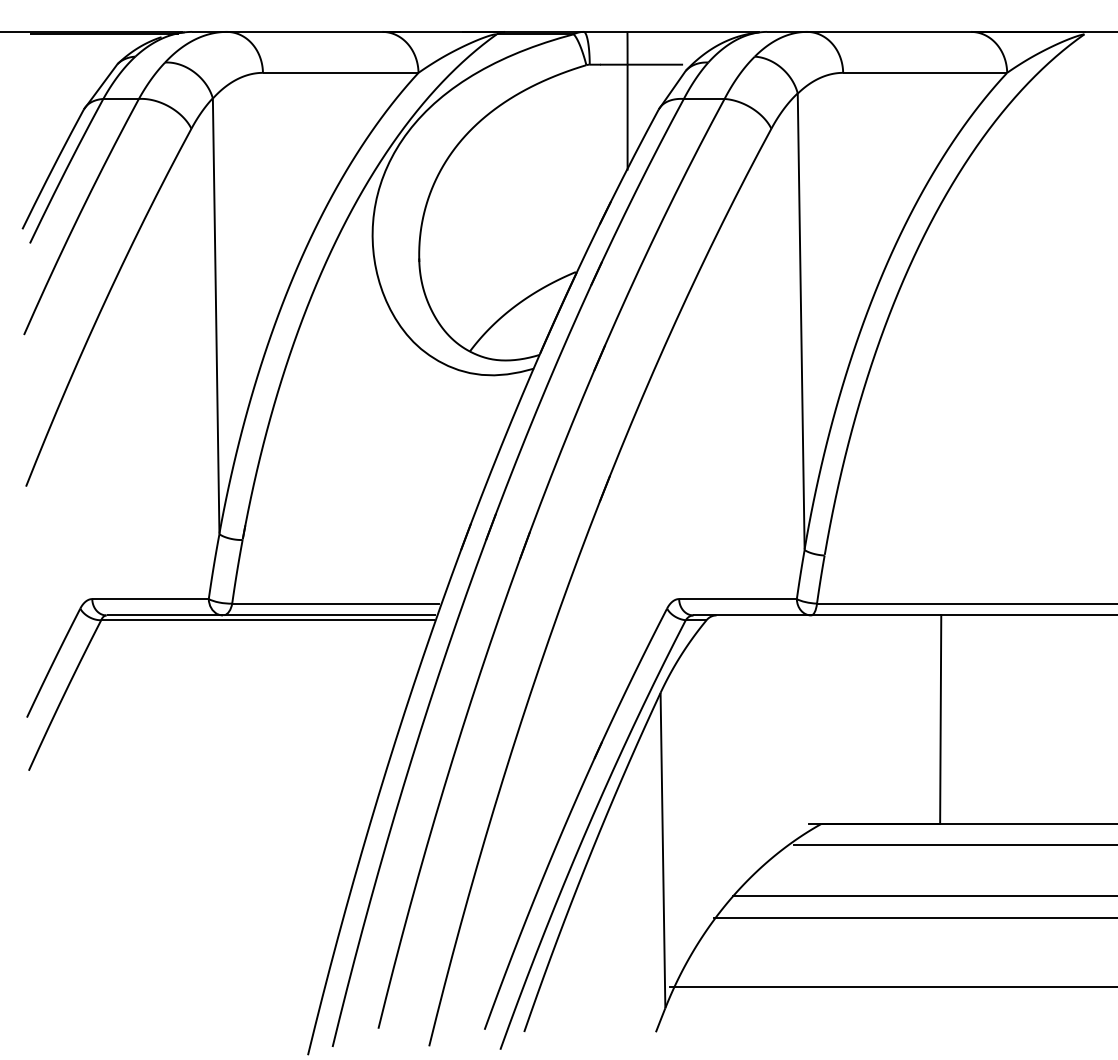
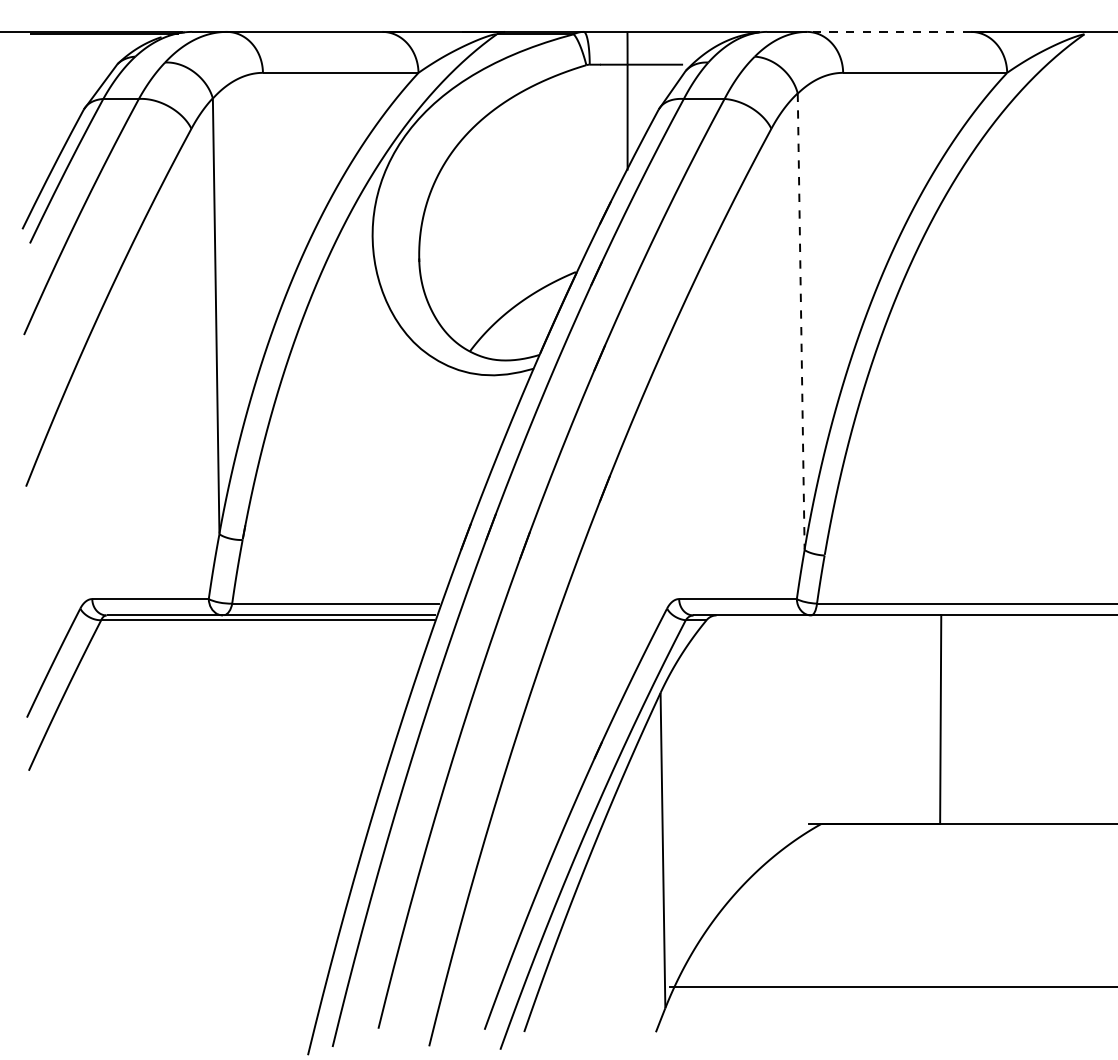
line at (888, 31): solid -> dashed
line at (801, 322): solid -> dashed
line at (953, 844): present -> none
line at (923, 896): present -> none
line at (914, 917): present -> none
